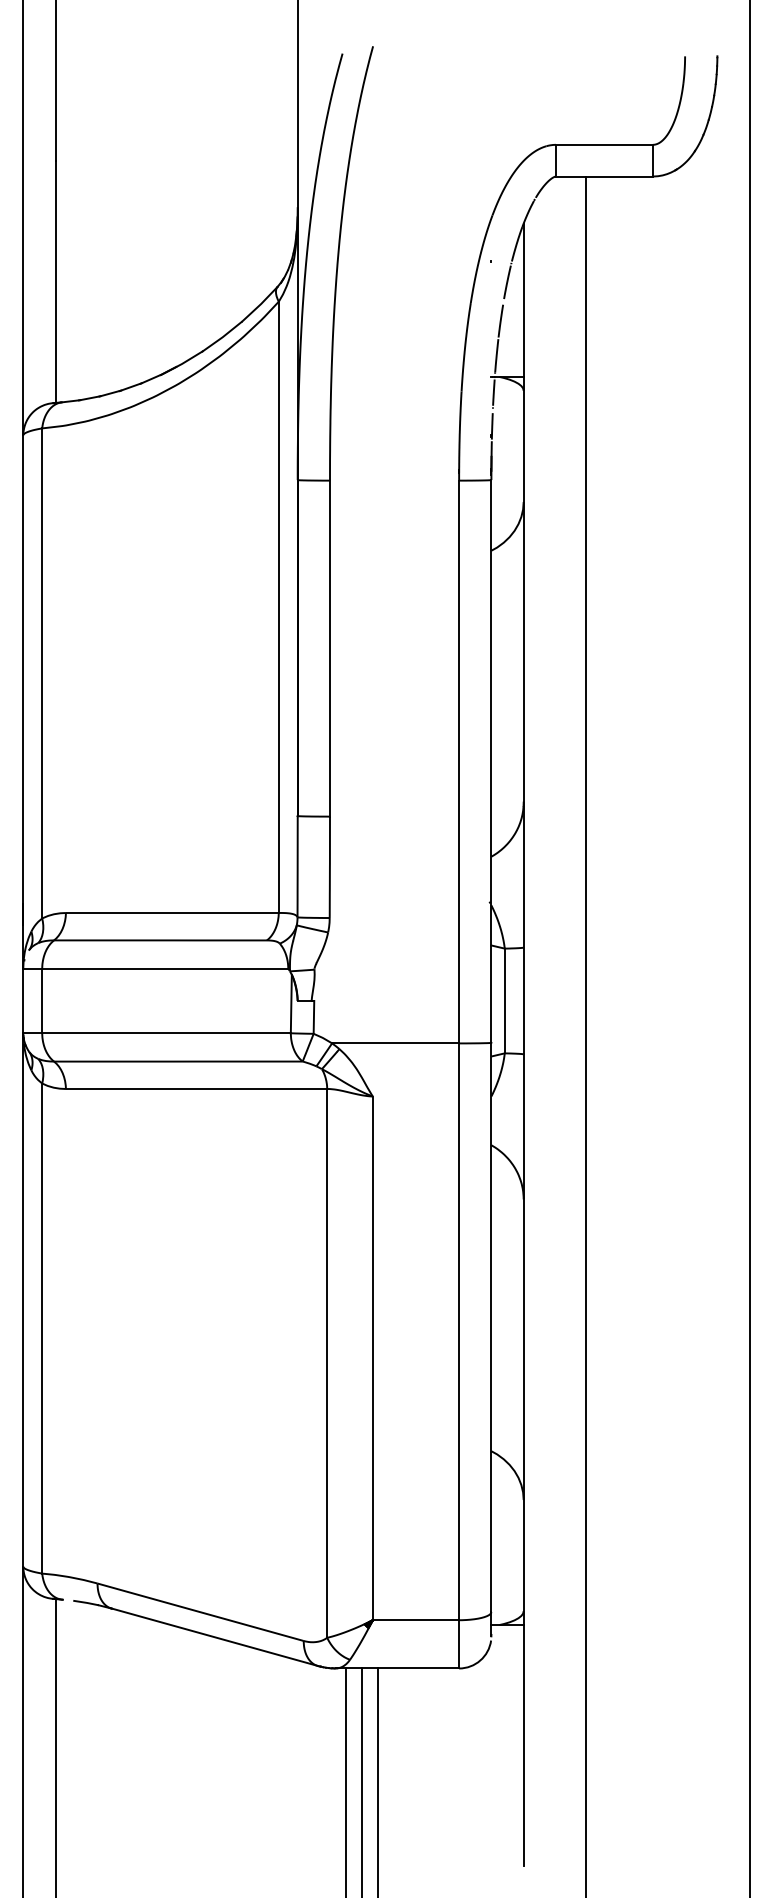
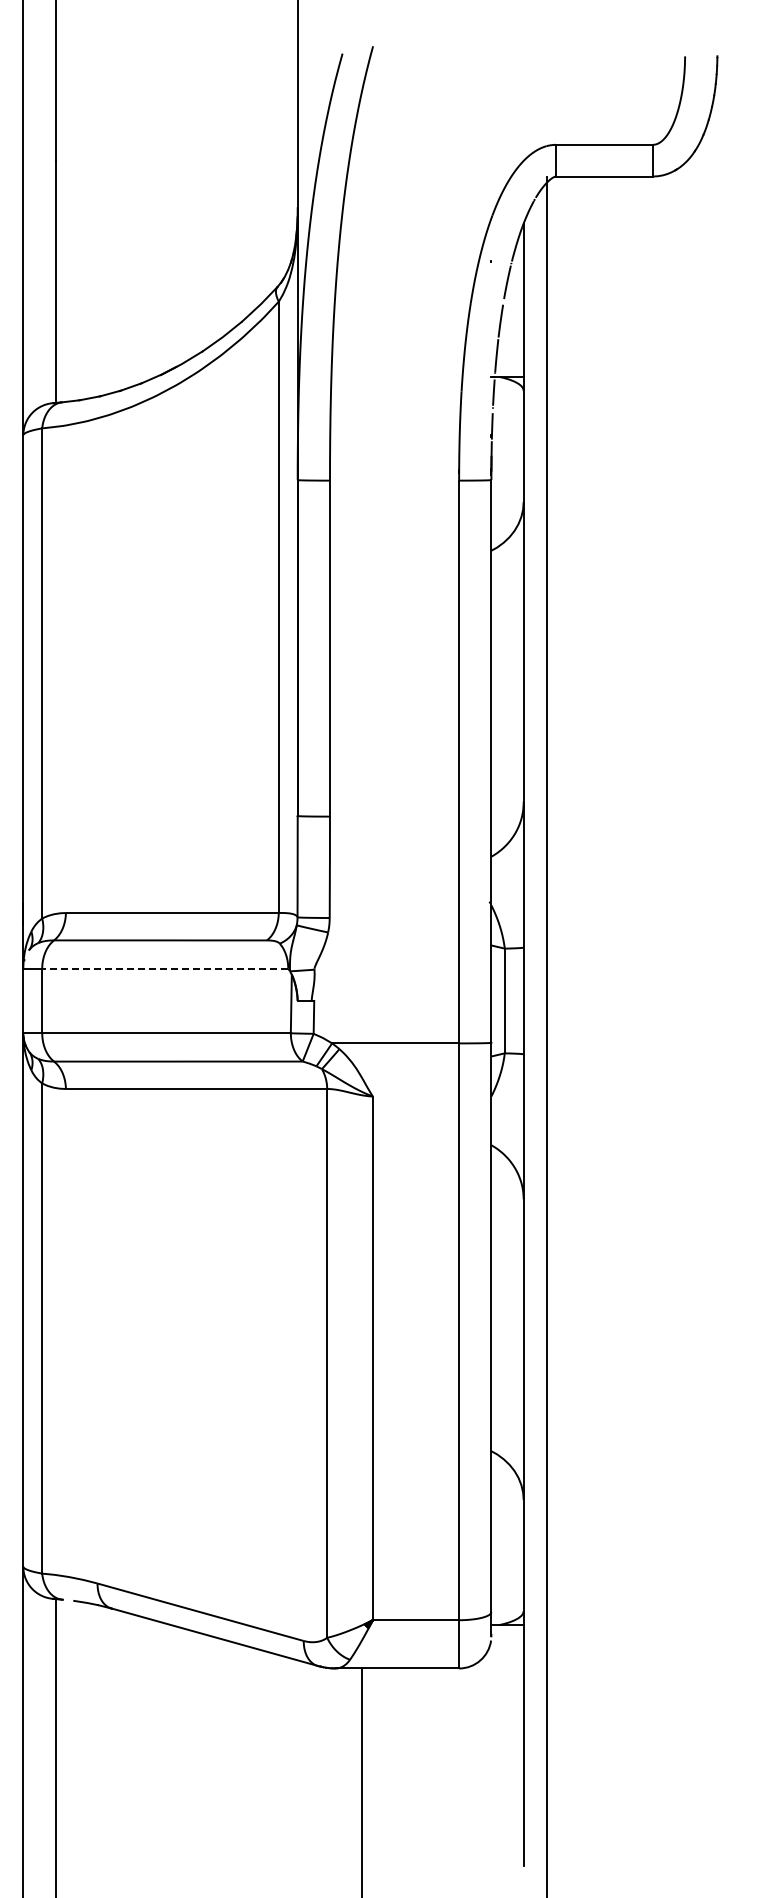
line at (749, 948): present -> none
line at (164, 968): solid -> dashed
line at (586, 1035) position: (586, 1035) -> (547, 1035)
line at (346, 1781): present -> none
line at (378, 1781): present -> none
